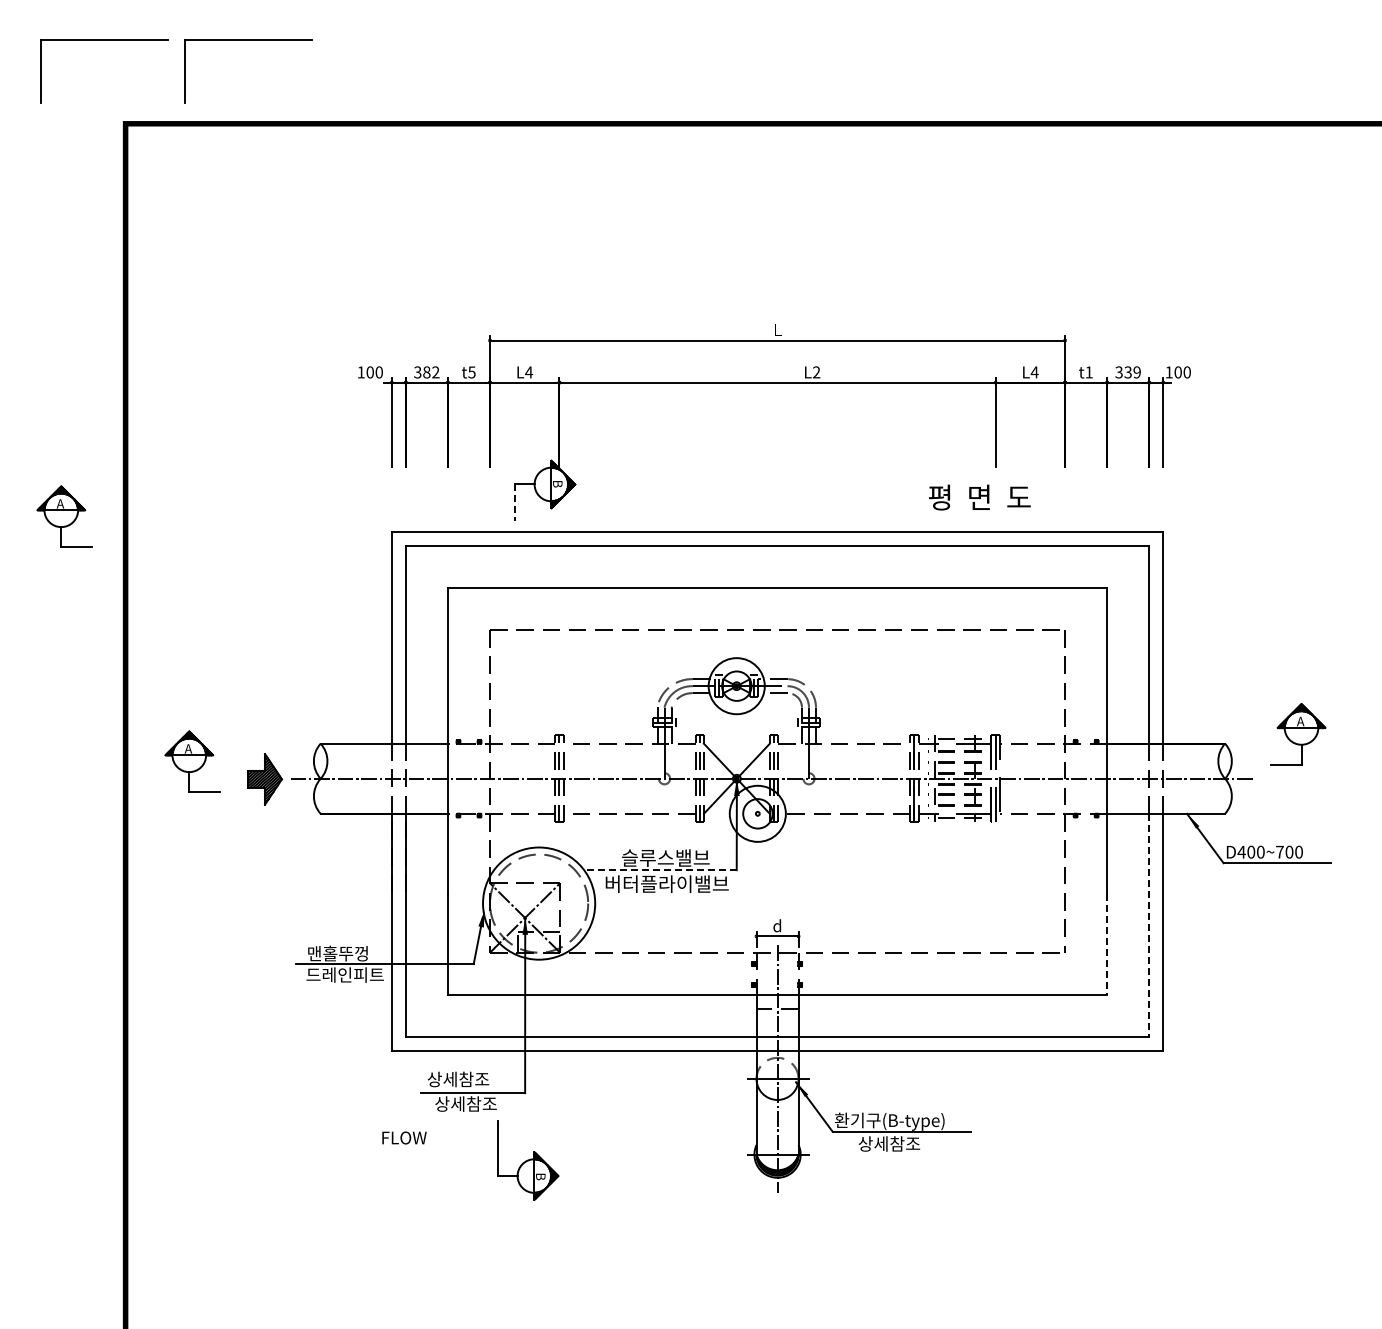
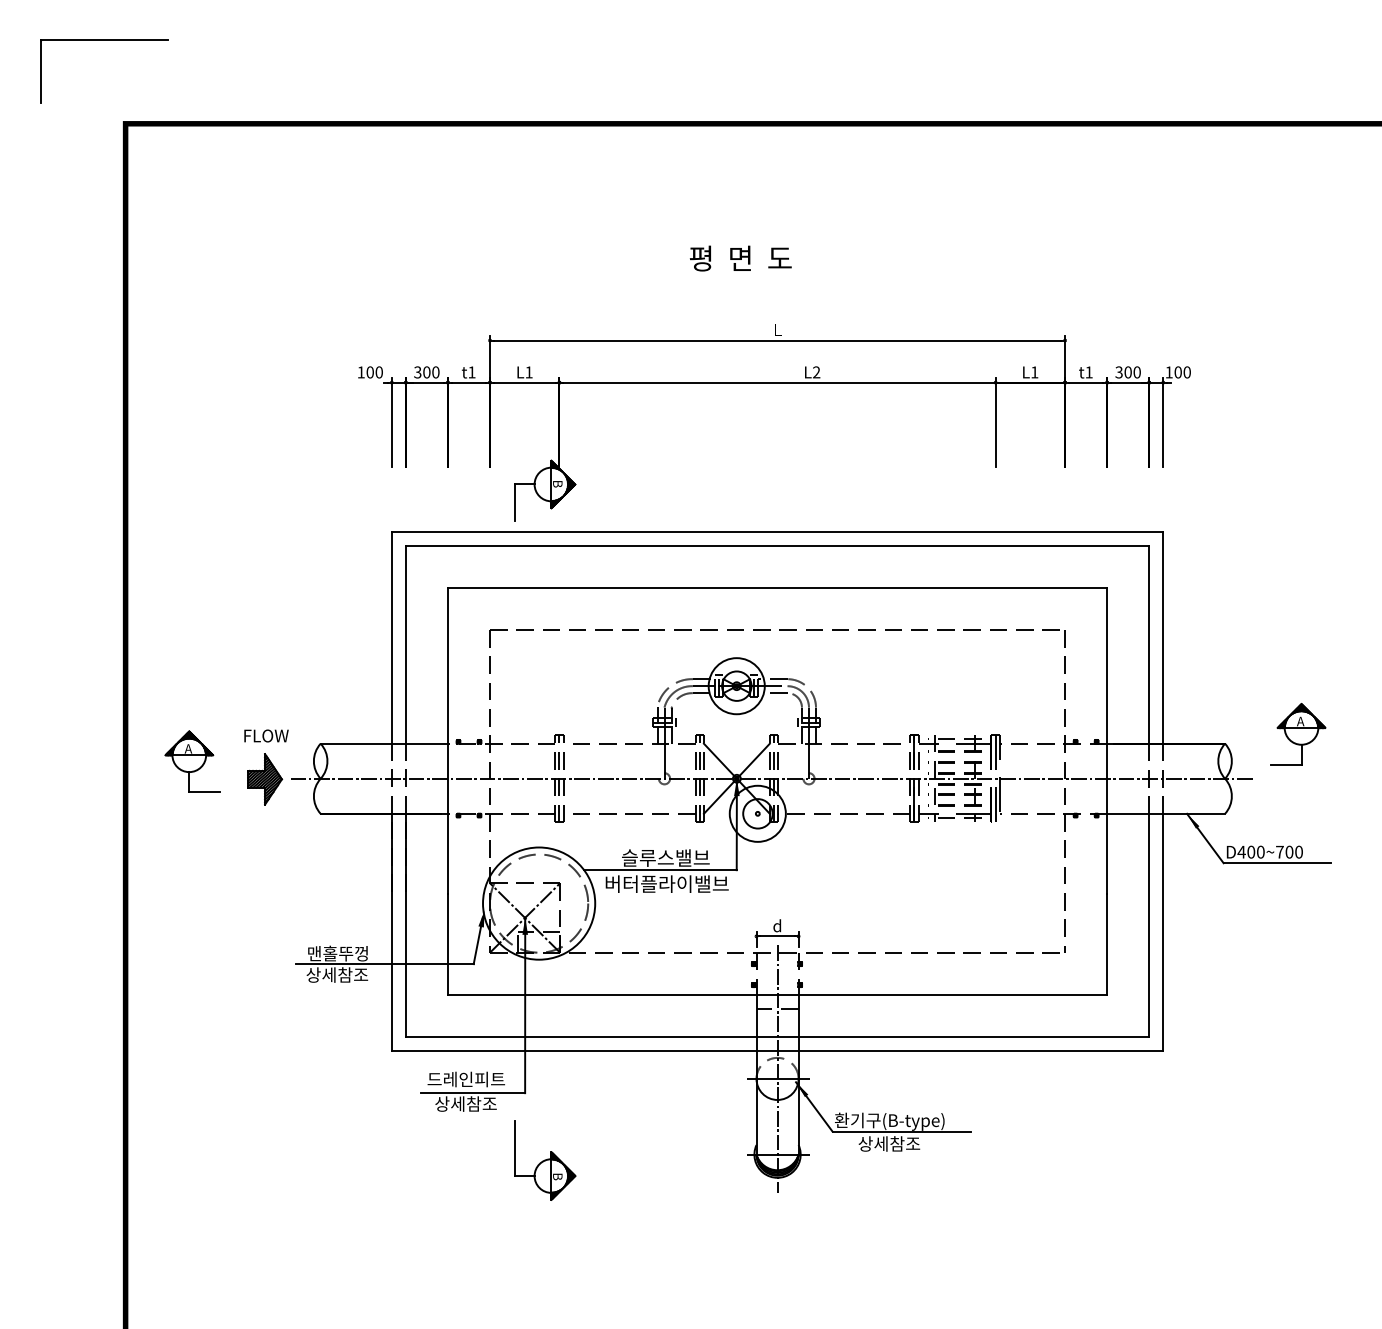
part at (248, 40): present -> none
text at (431, 372): 382 -> 300
text at (471, 372): t5 -> t1
text at (529, 372): L4 -> L1
text at (1034, 372): L4 -> L1
text at (1132, 372): 339 -> 300
text at (979, 497) position: (979, 497) -> (740, 258)
line at (514, 503): dashed -> solid
part at (64, 516): present -> none
line at (660, 870): dashed -> solid
line at (1149, 925): dashed -> solid
line at (1107, 944): dashed -> solid
text at (344, 974): 드레인피트 -> 상세참조
text at (466, 1079): 상세참조 -> 드레인피트
text at (404, 1137) position: (404, 1137) -> (266, 735)
part at (528, 1160) position: (528, 1160) -> (545, 1160)
